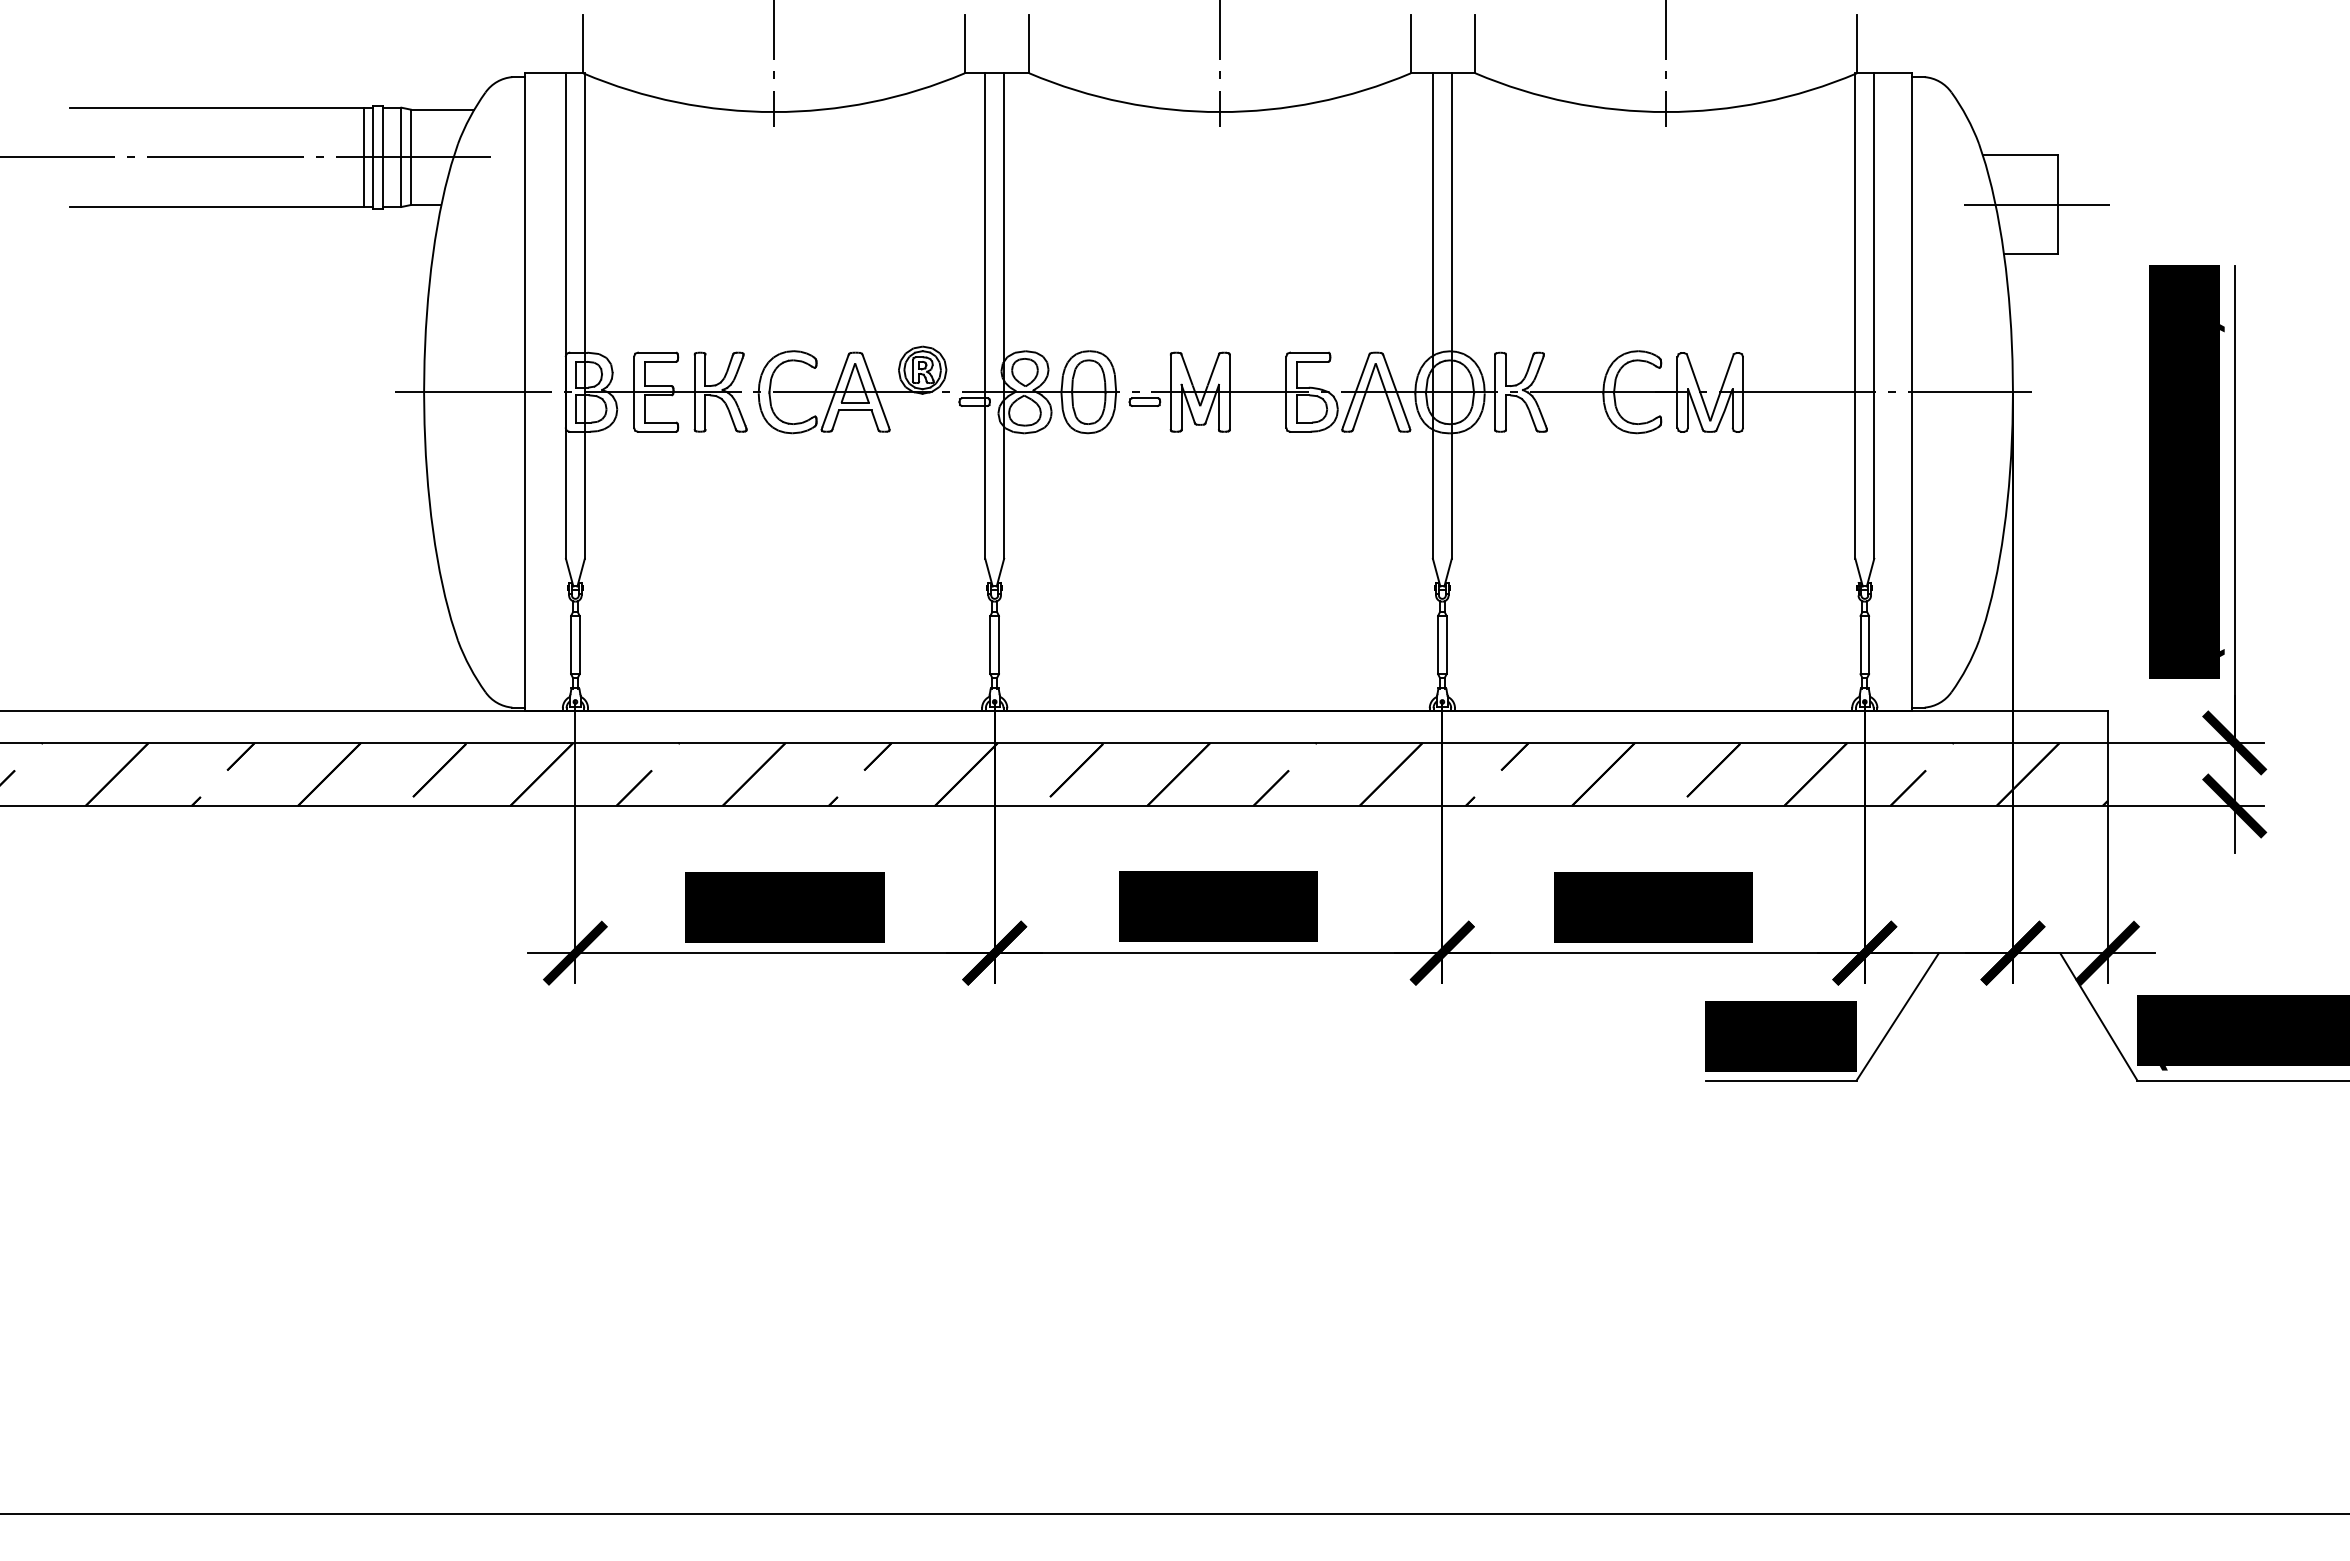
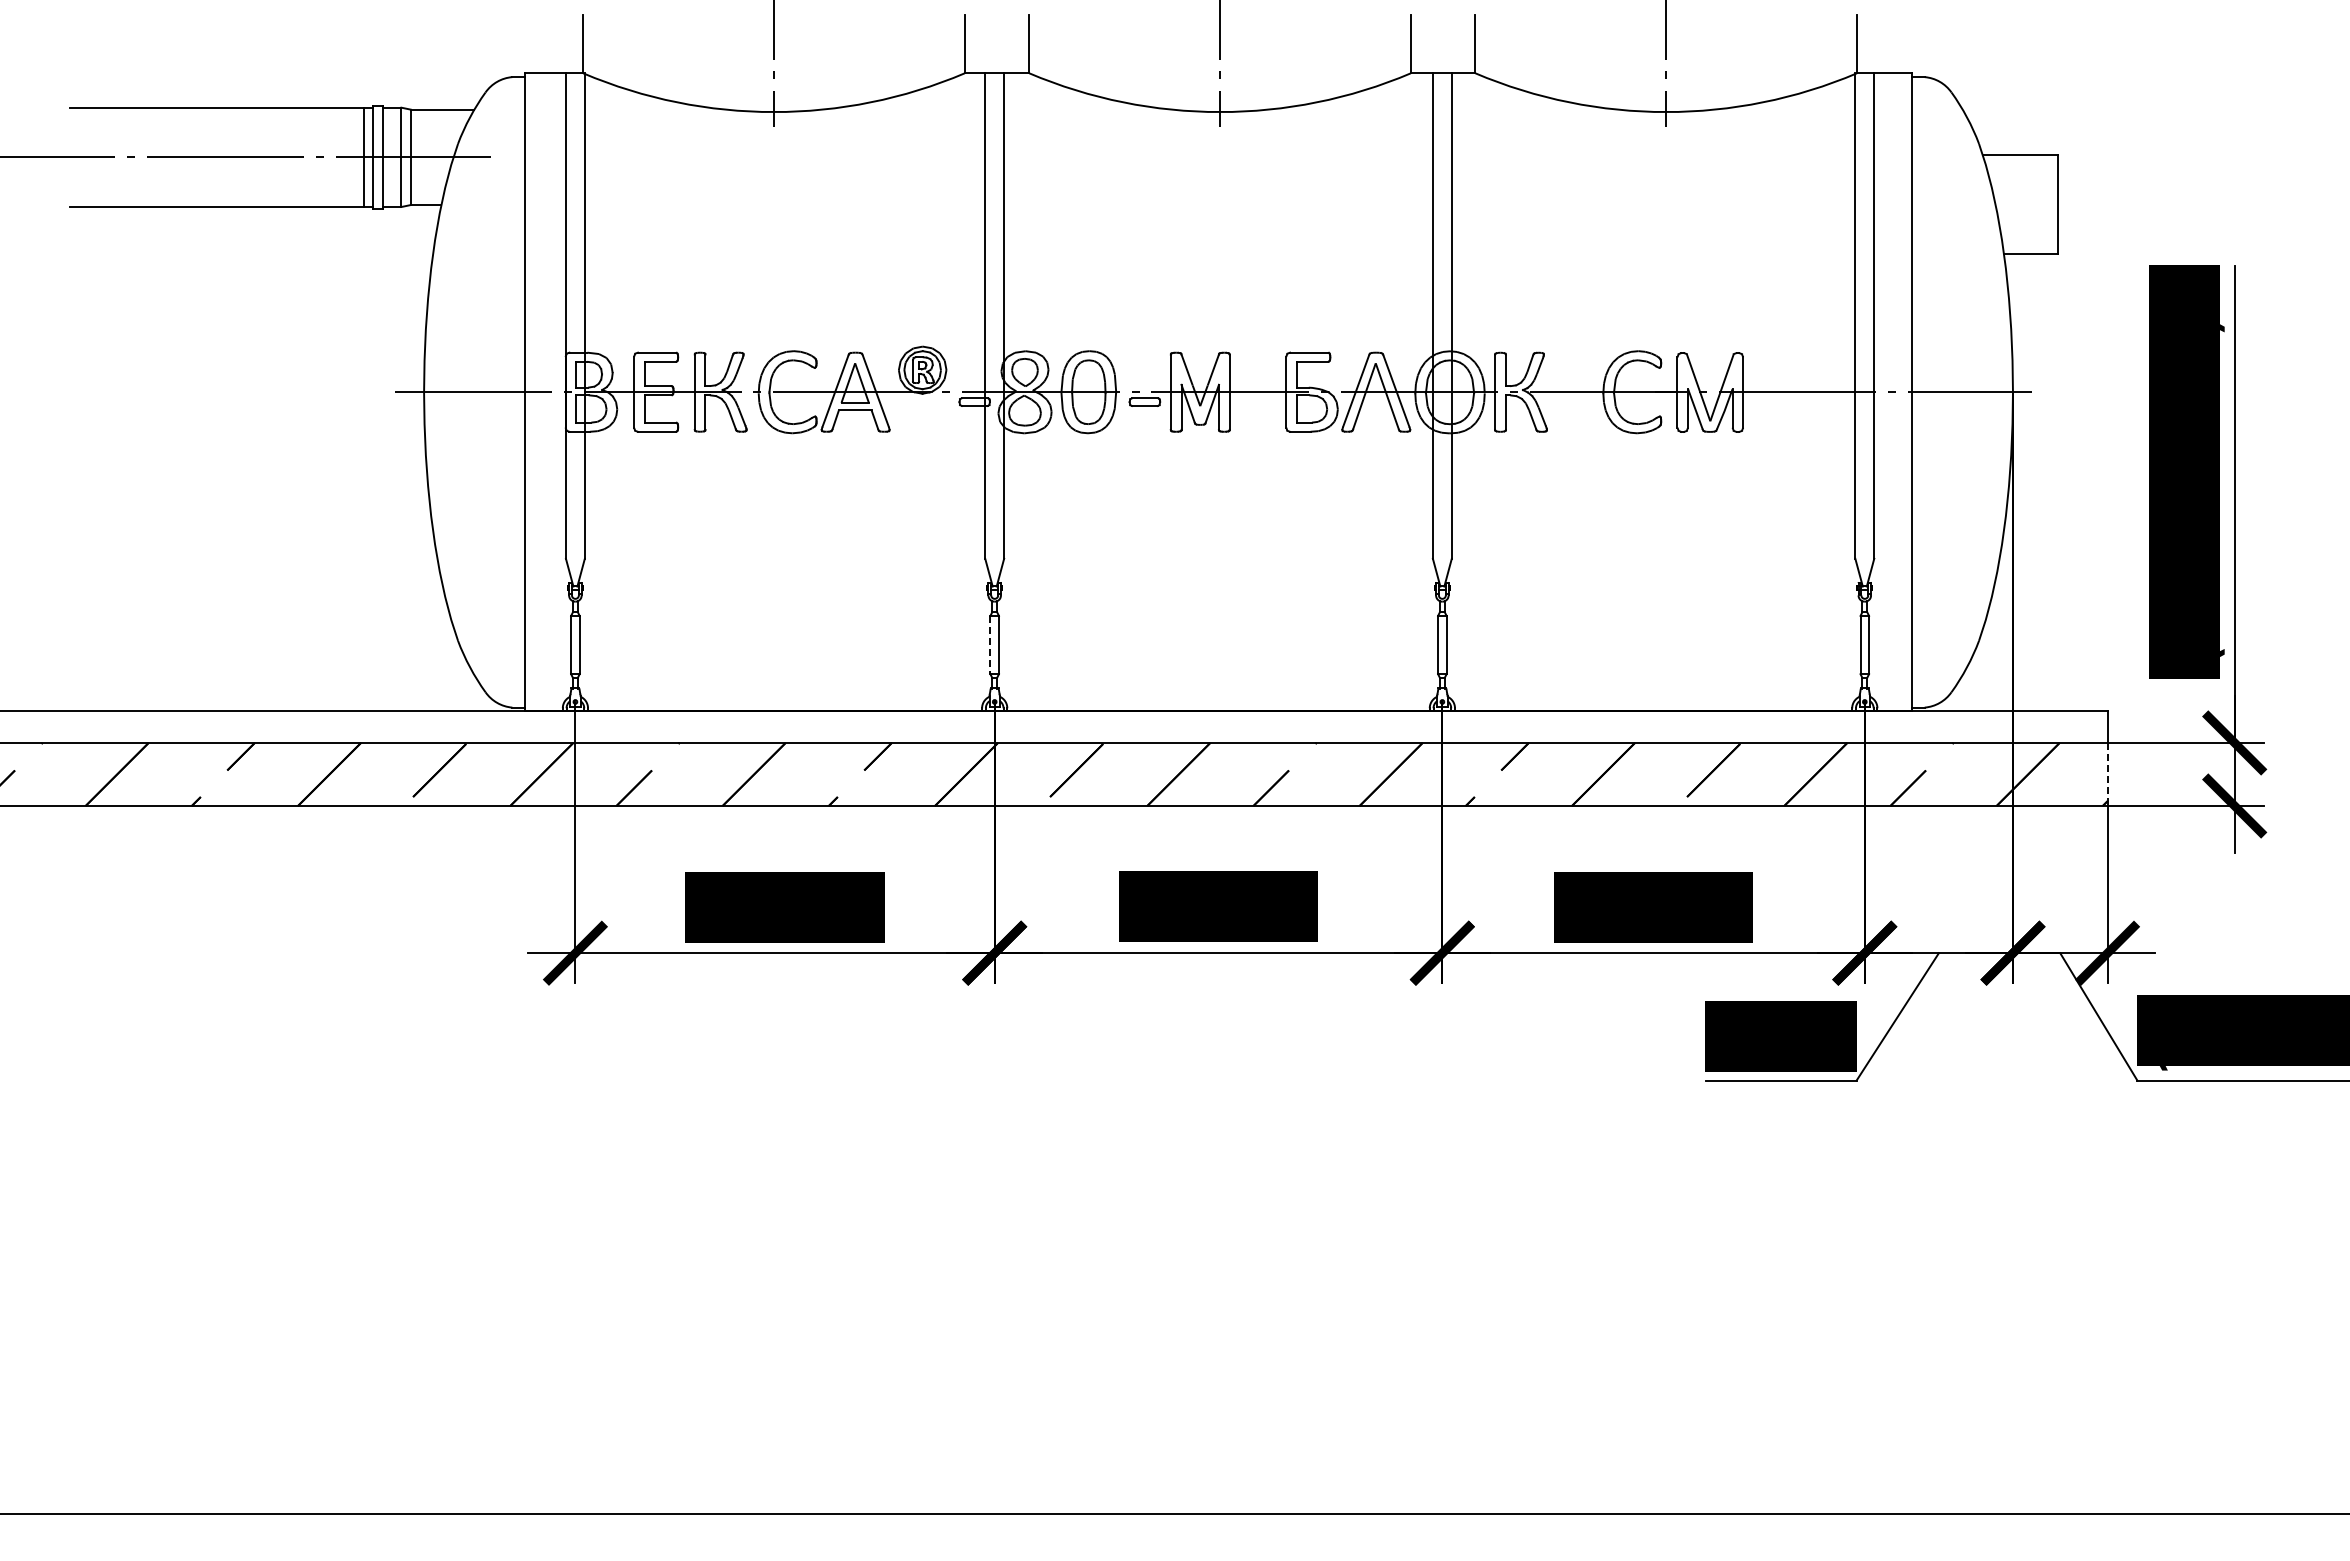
line at (2036, 204): present -> none
line at (990, 645): solid -> dashed
line at (2107, 774): solid -> dashed
